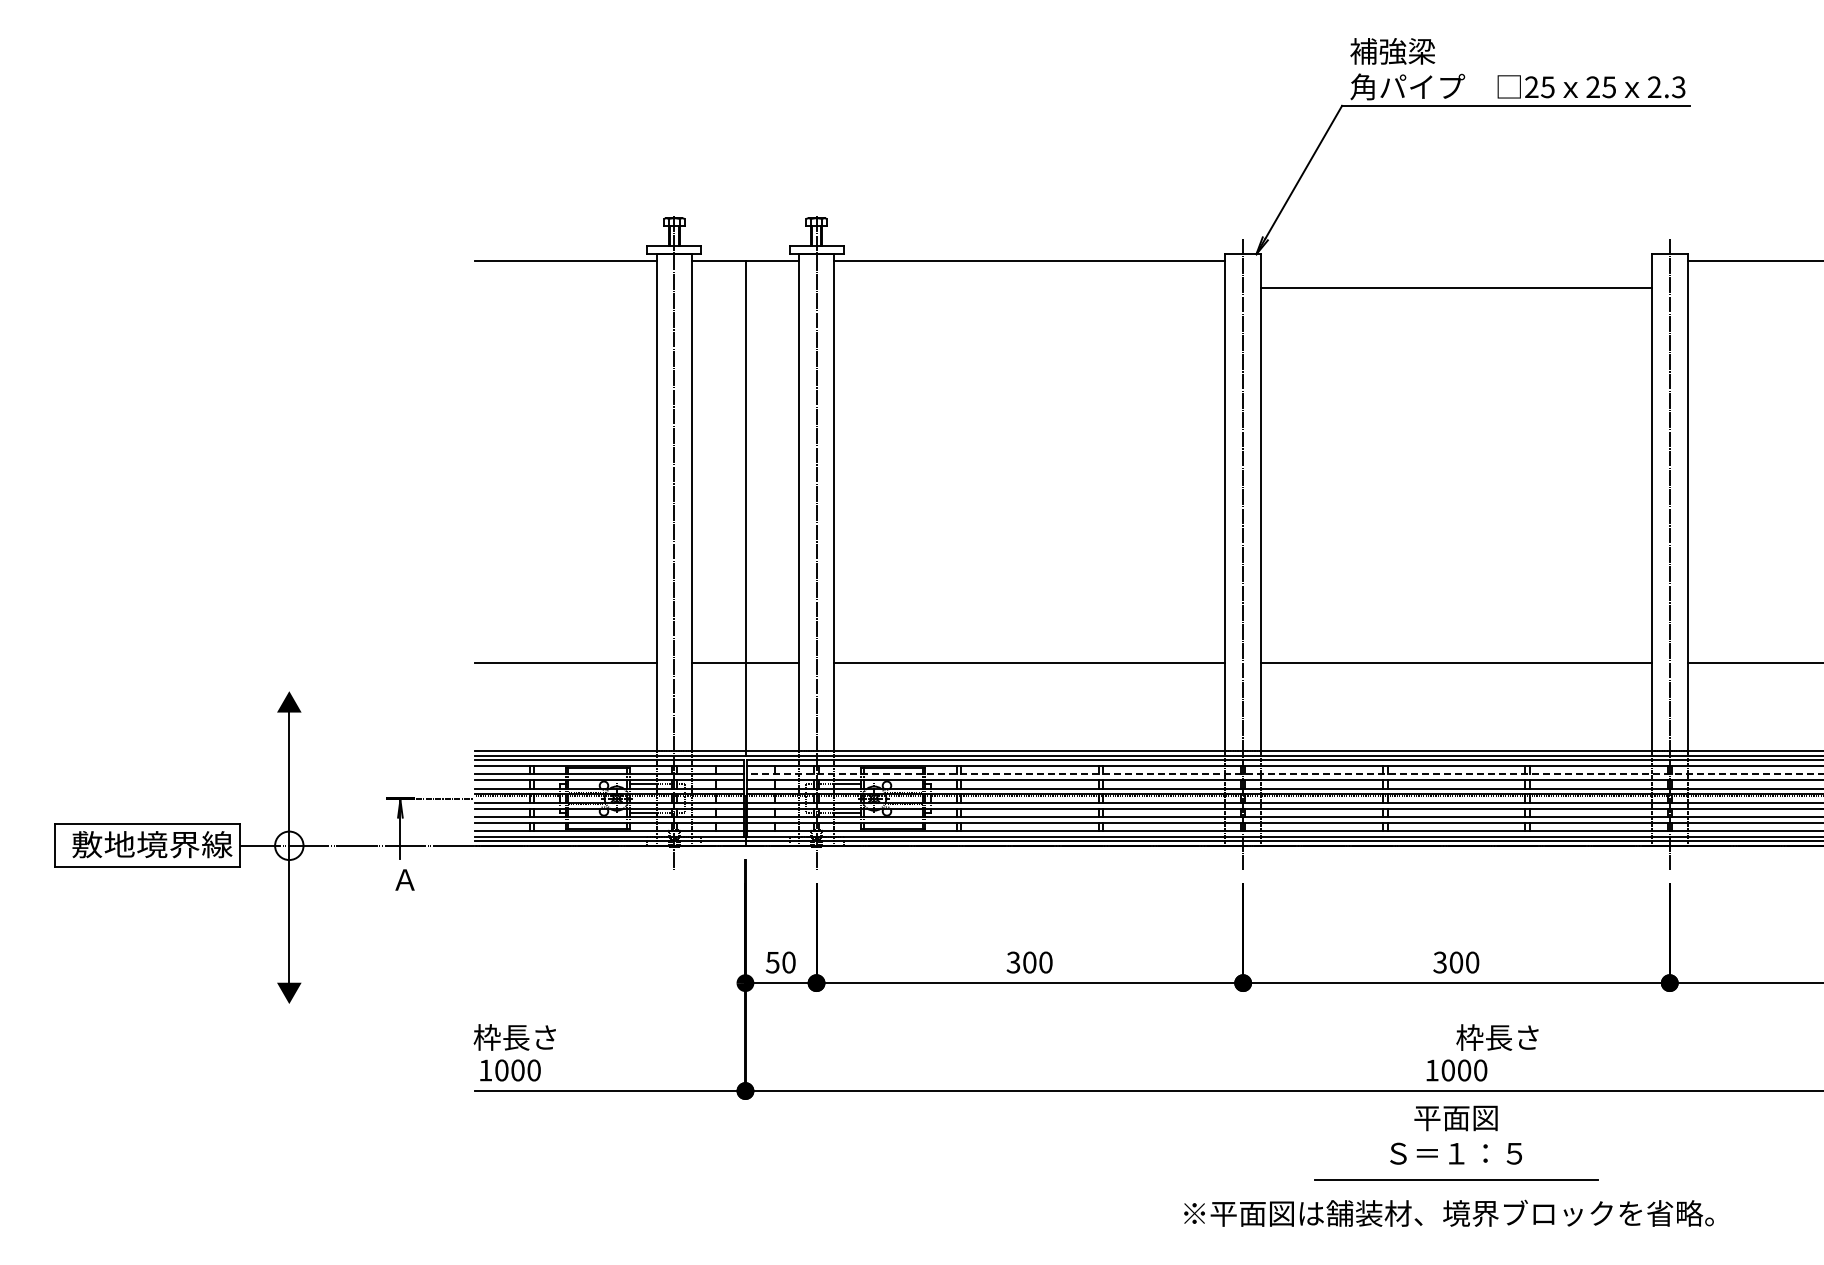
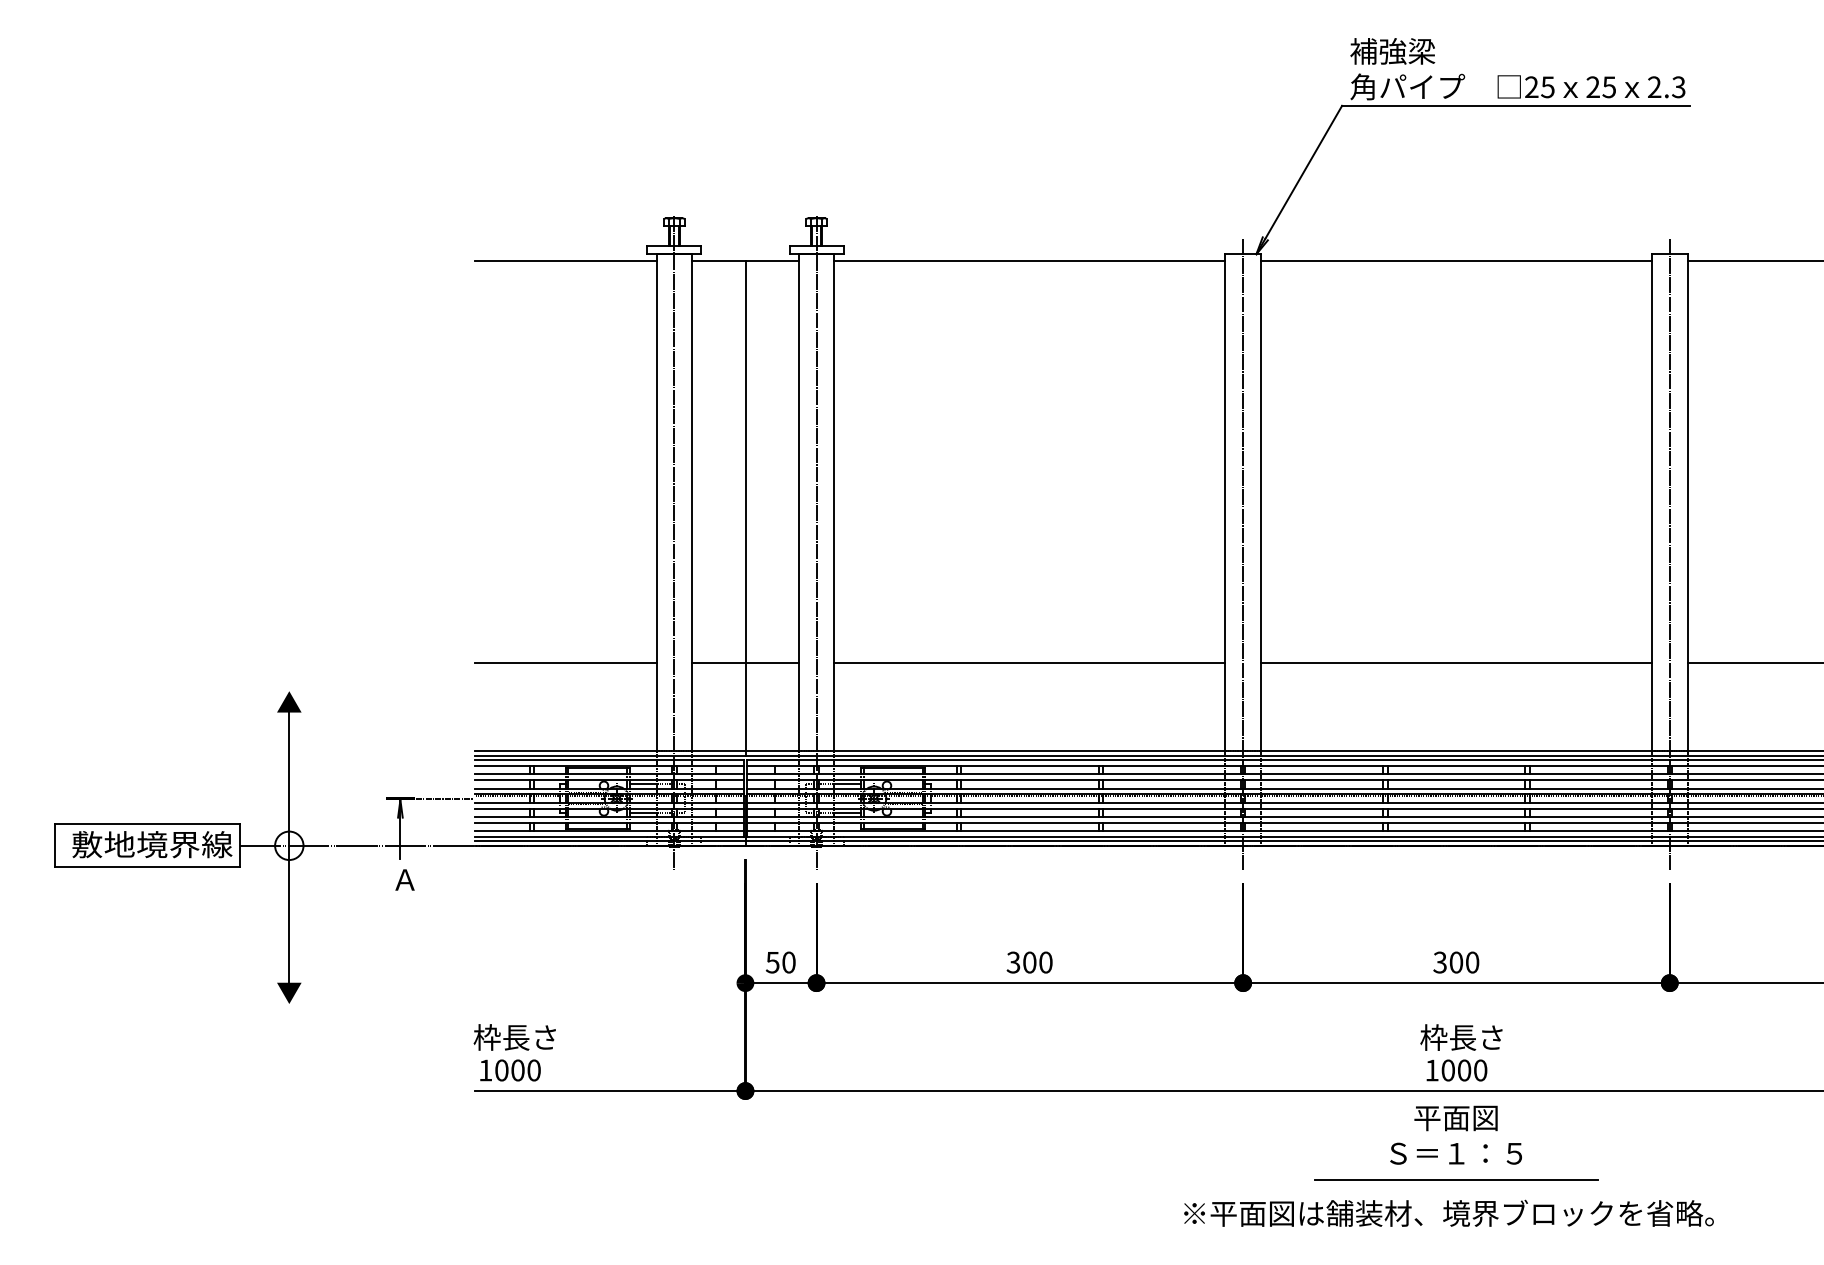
line at (1456, 288) position: (1456, 288) -> (1456, 261)
line at (1284, 774): dashed -> solid
text at (1497, 1037) position: (1497, 1037) -> (1461, 1037)
